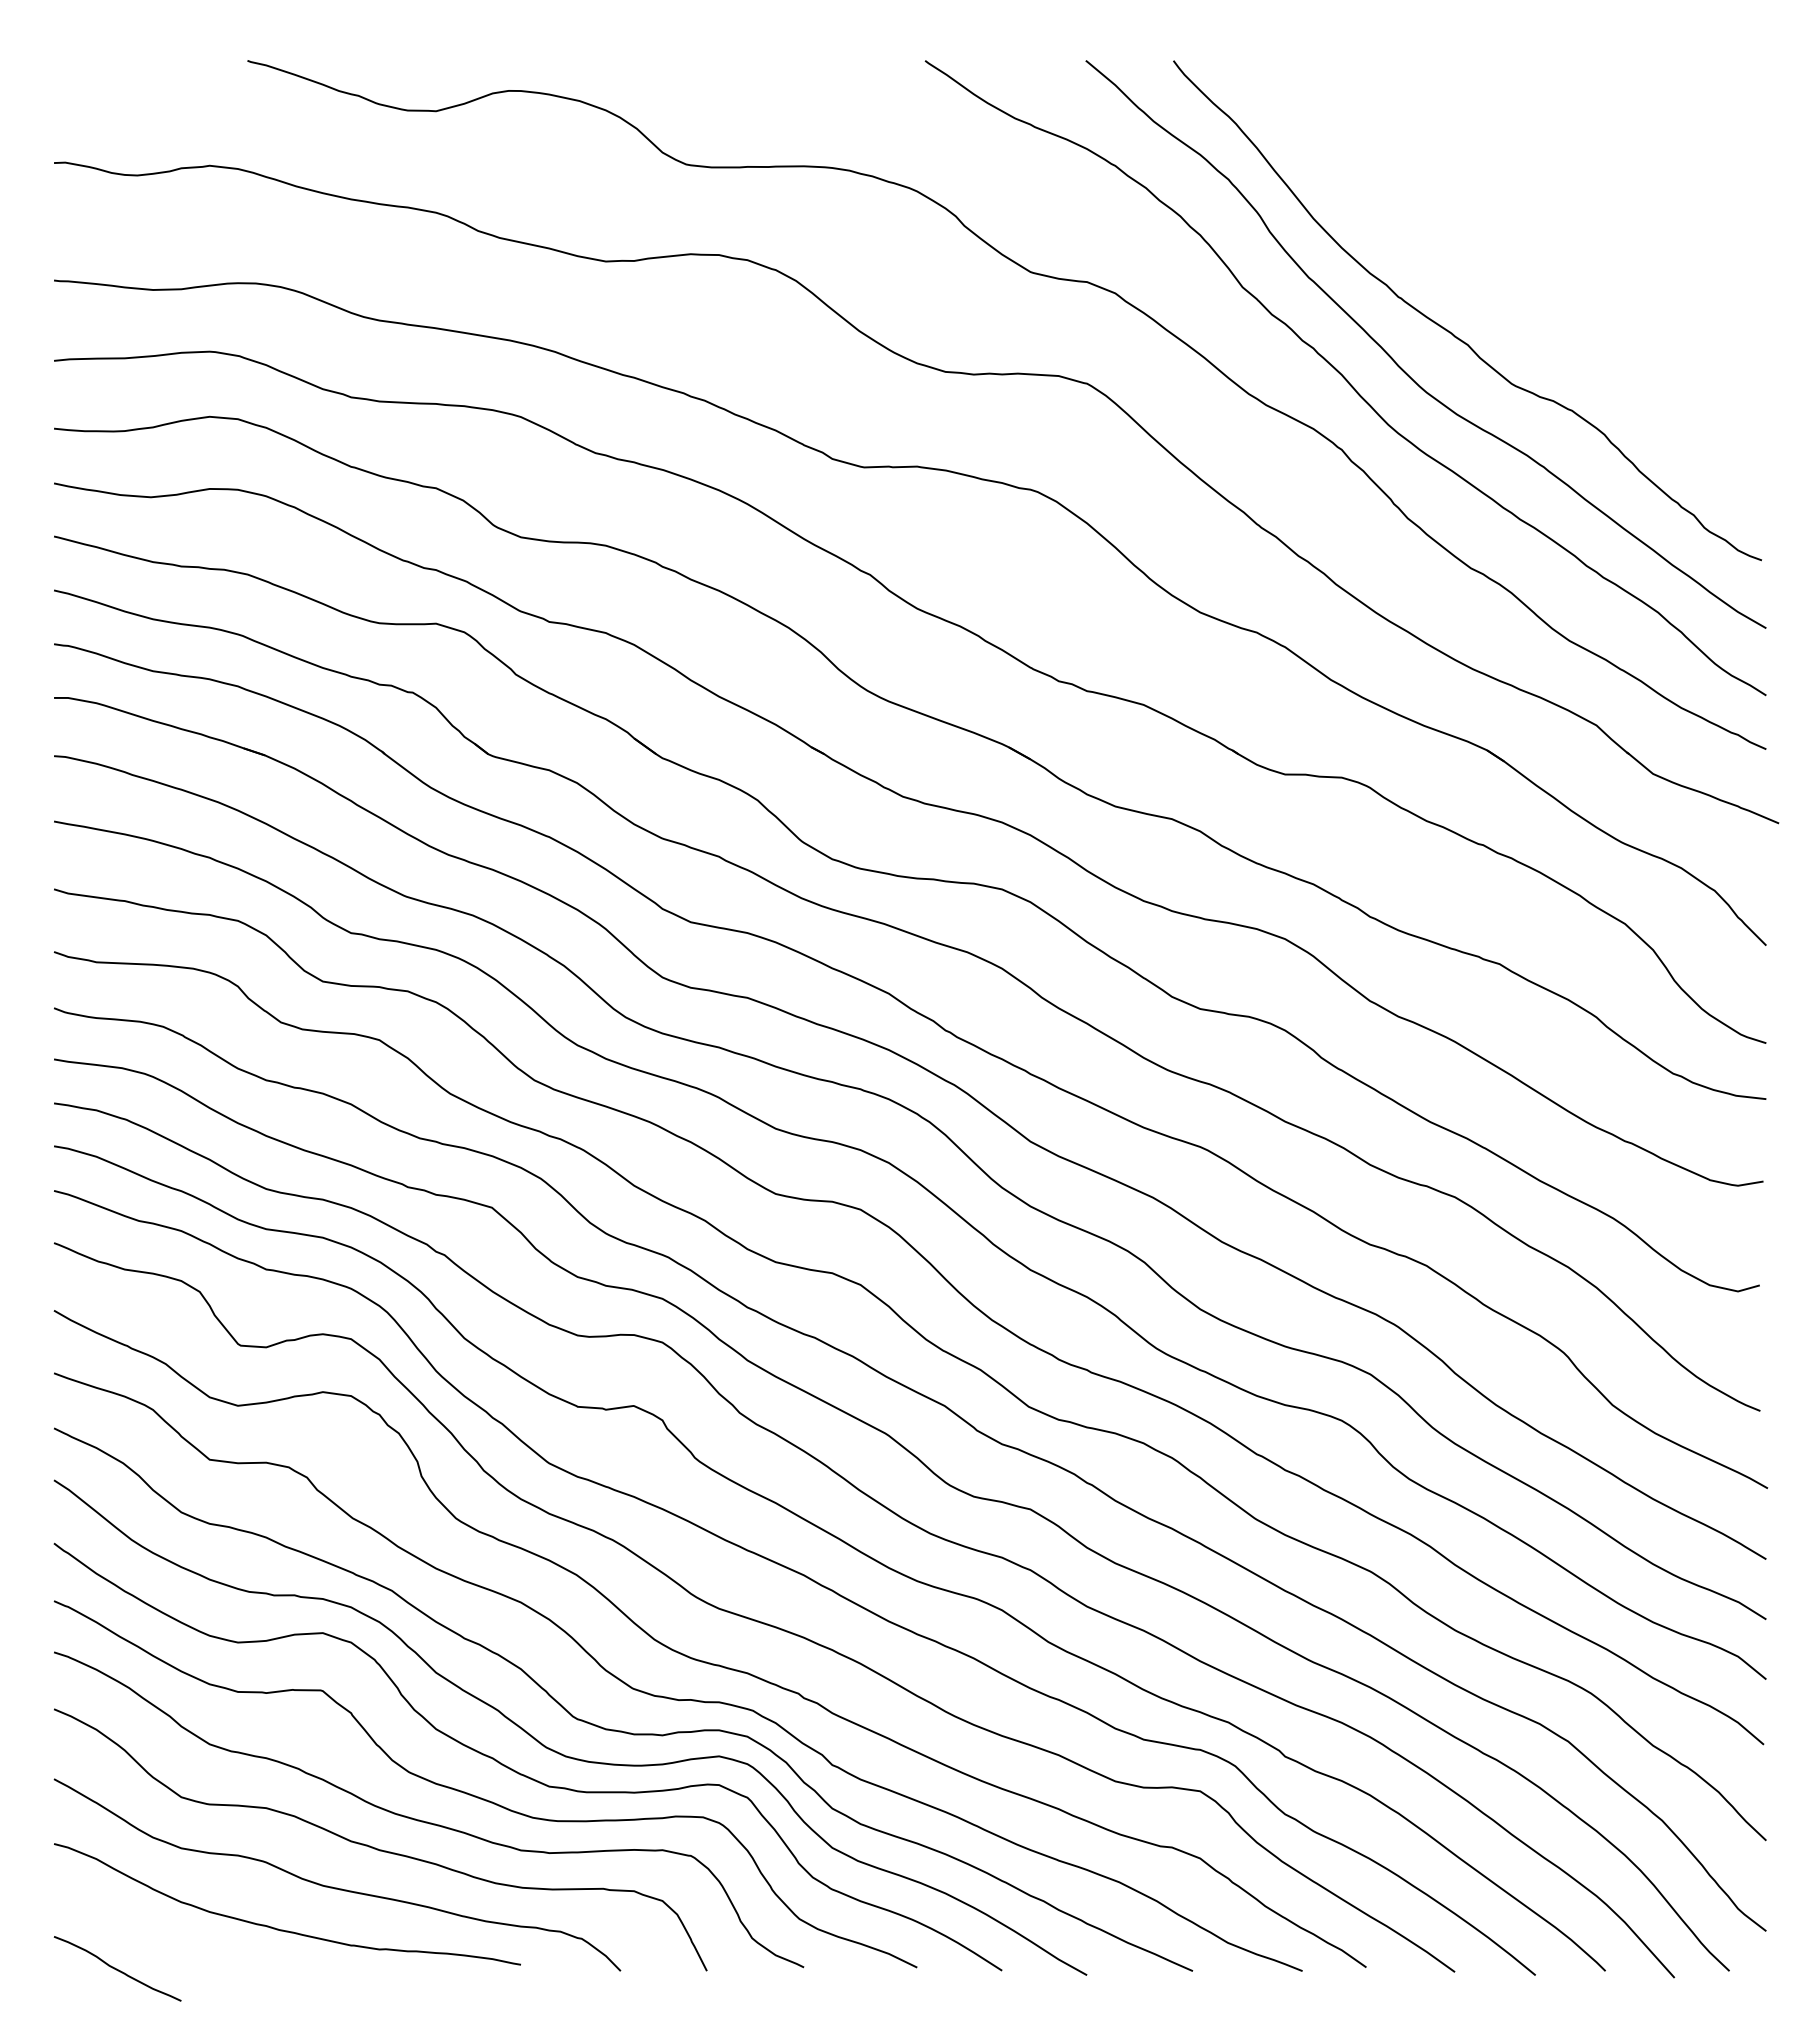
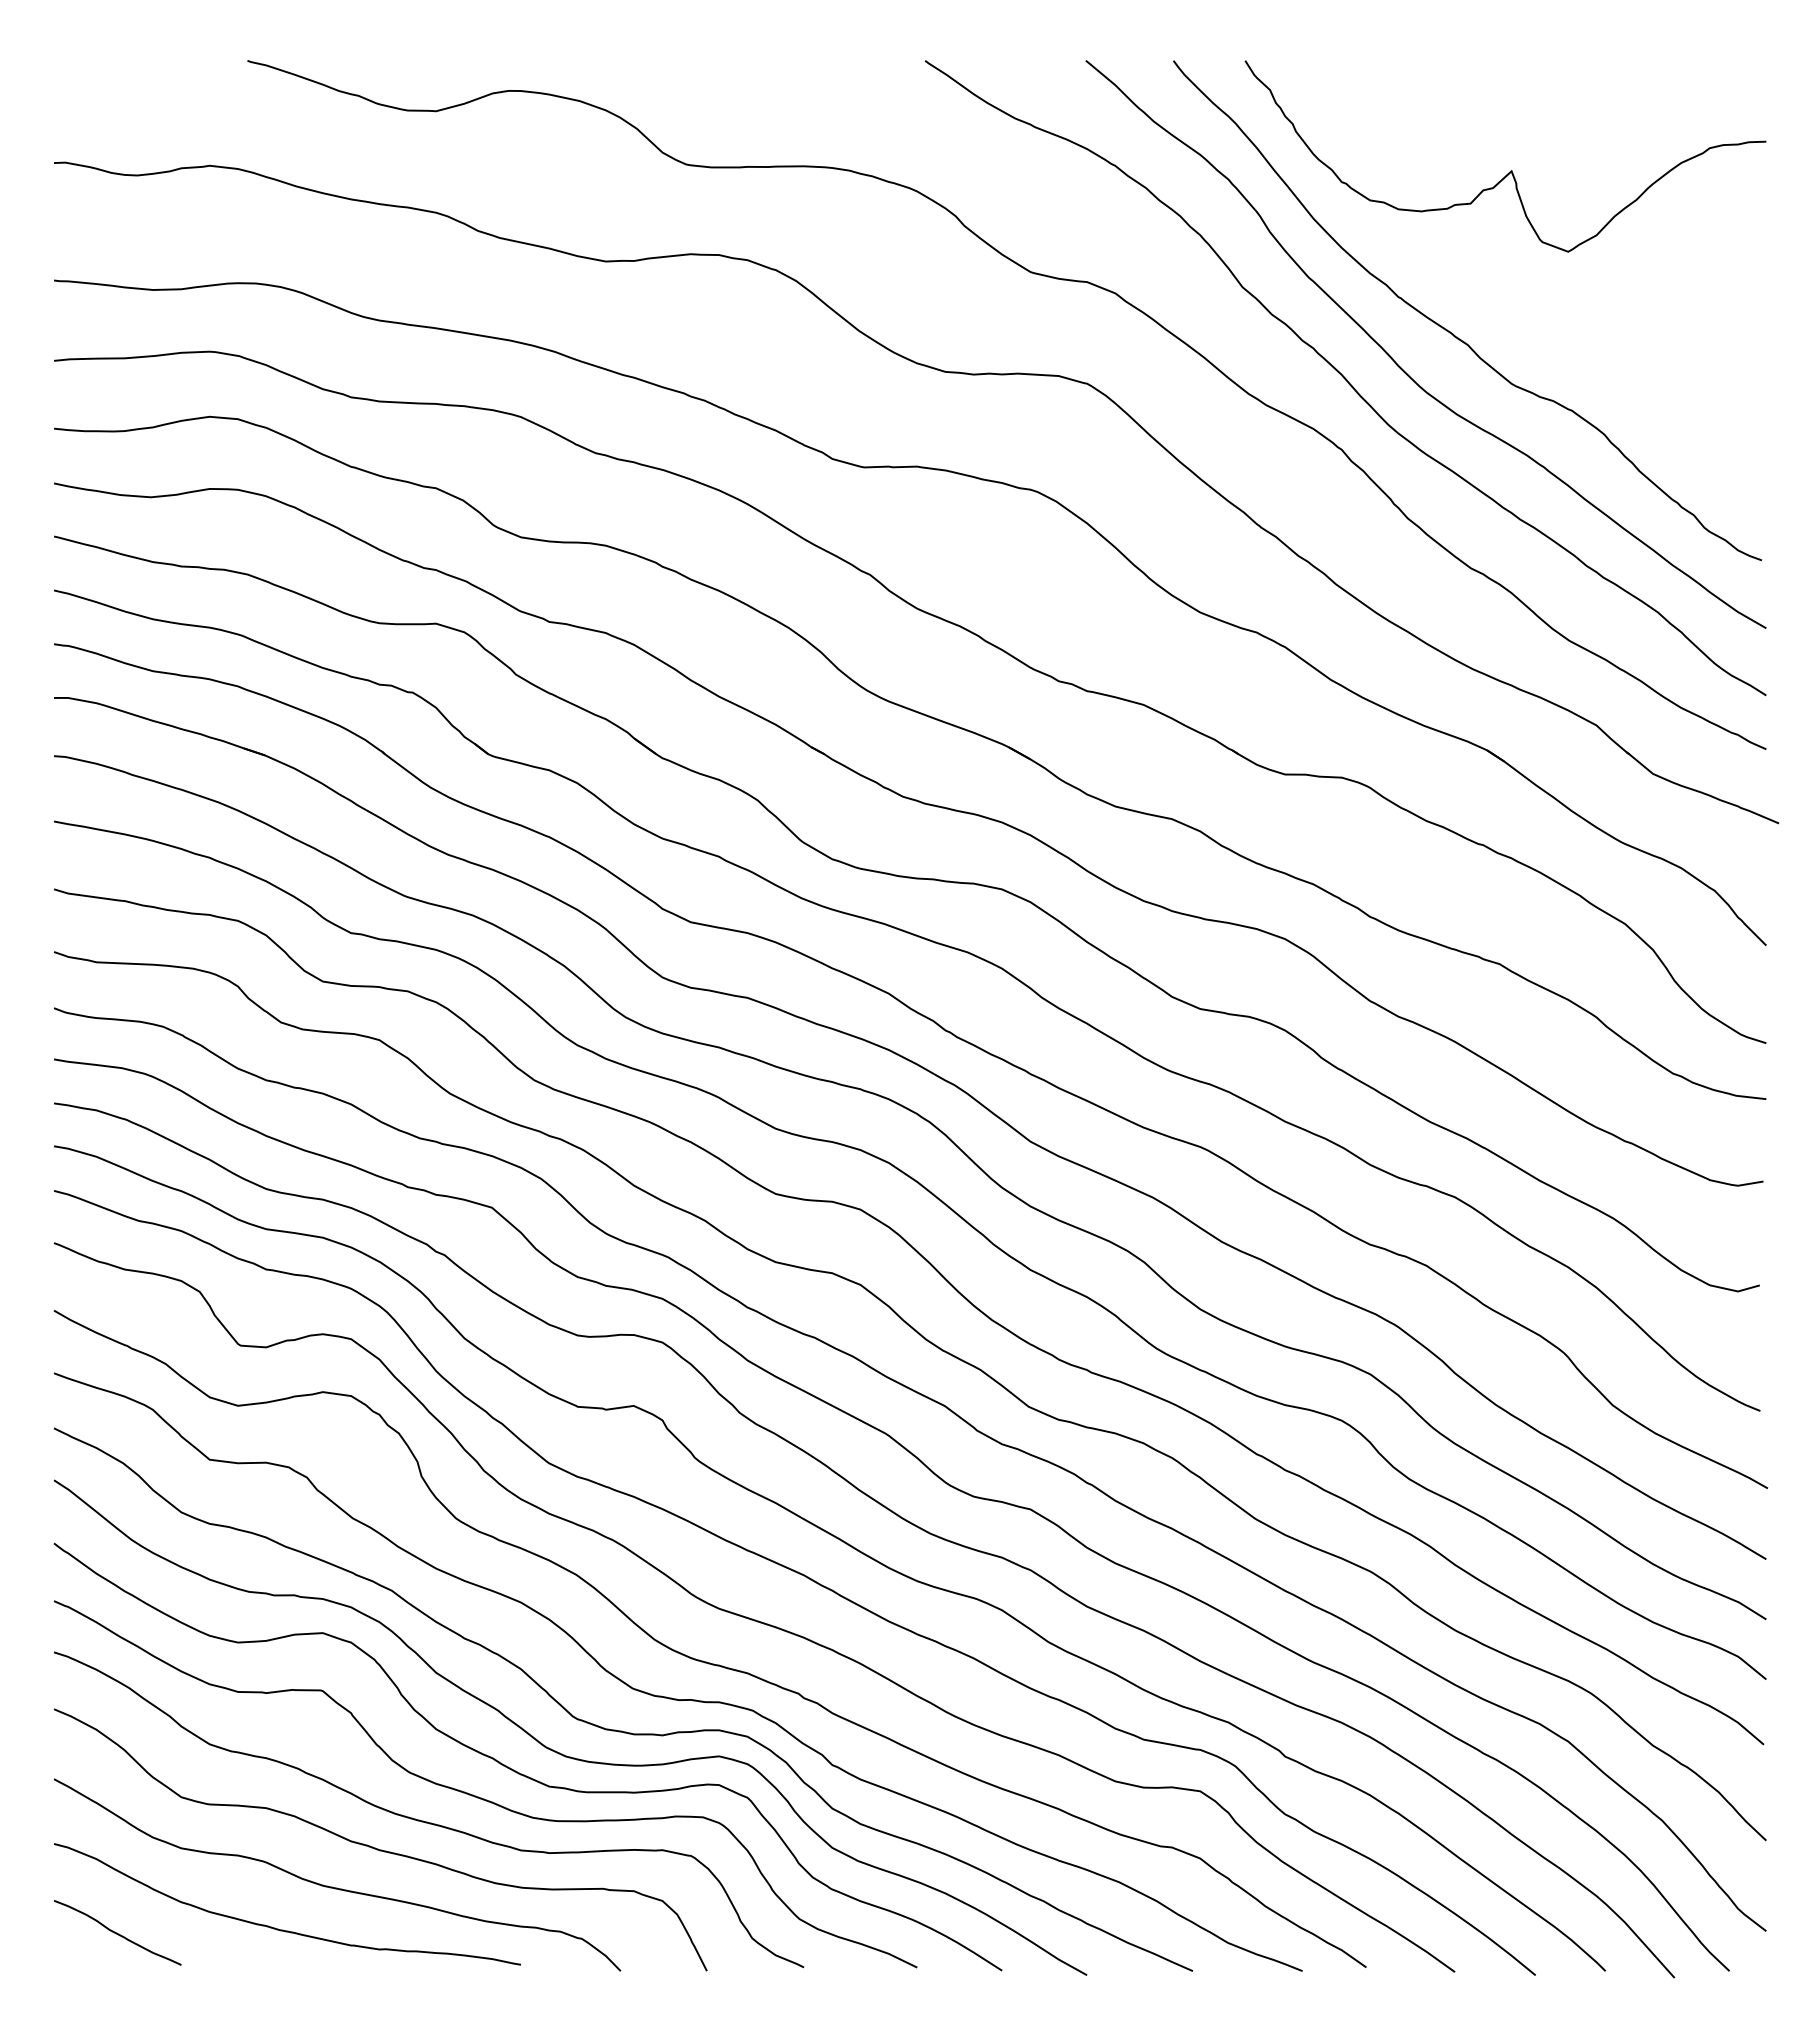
curve at (1511, 170): none -> present
curve at (117, 1968) position: (117, 1968) -> (117, 1932)
